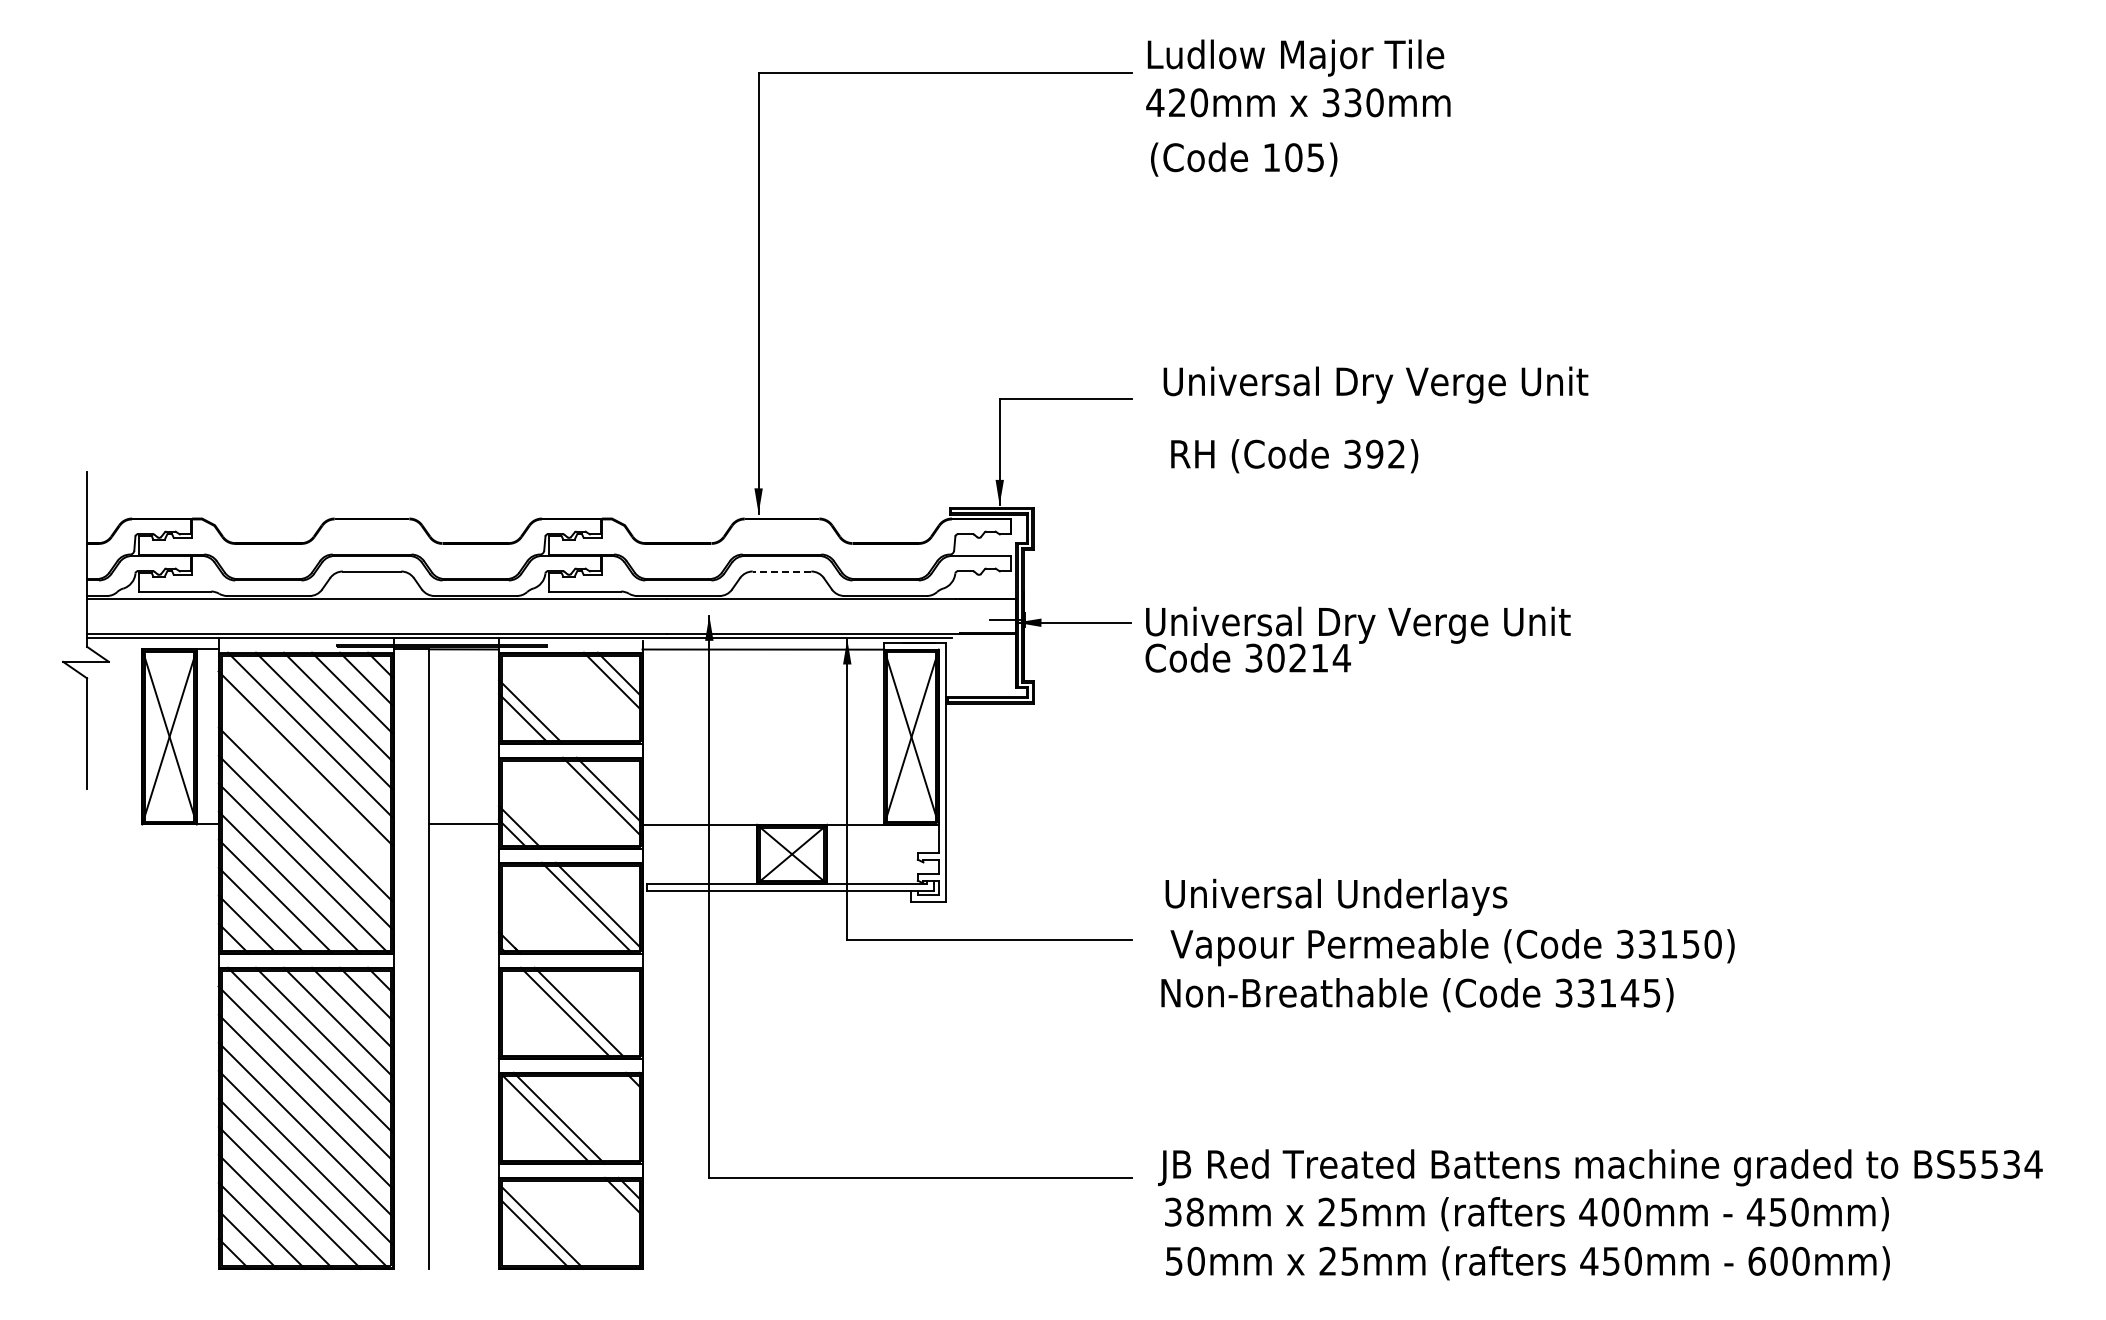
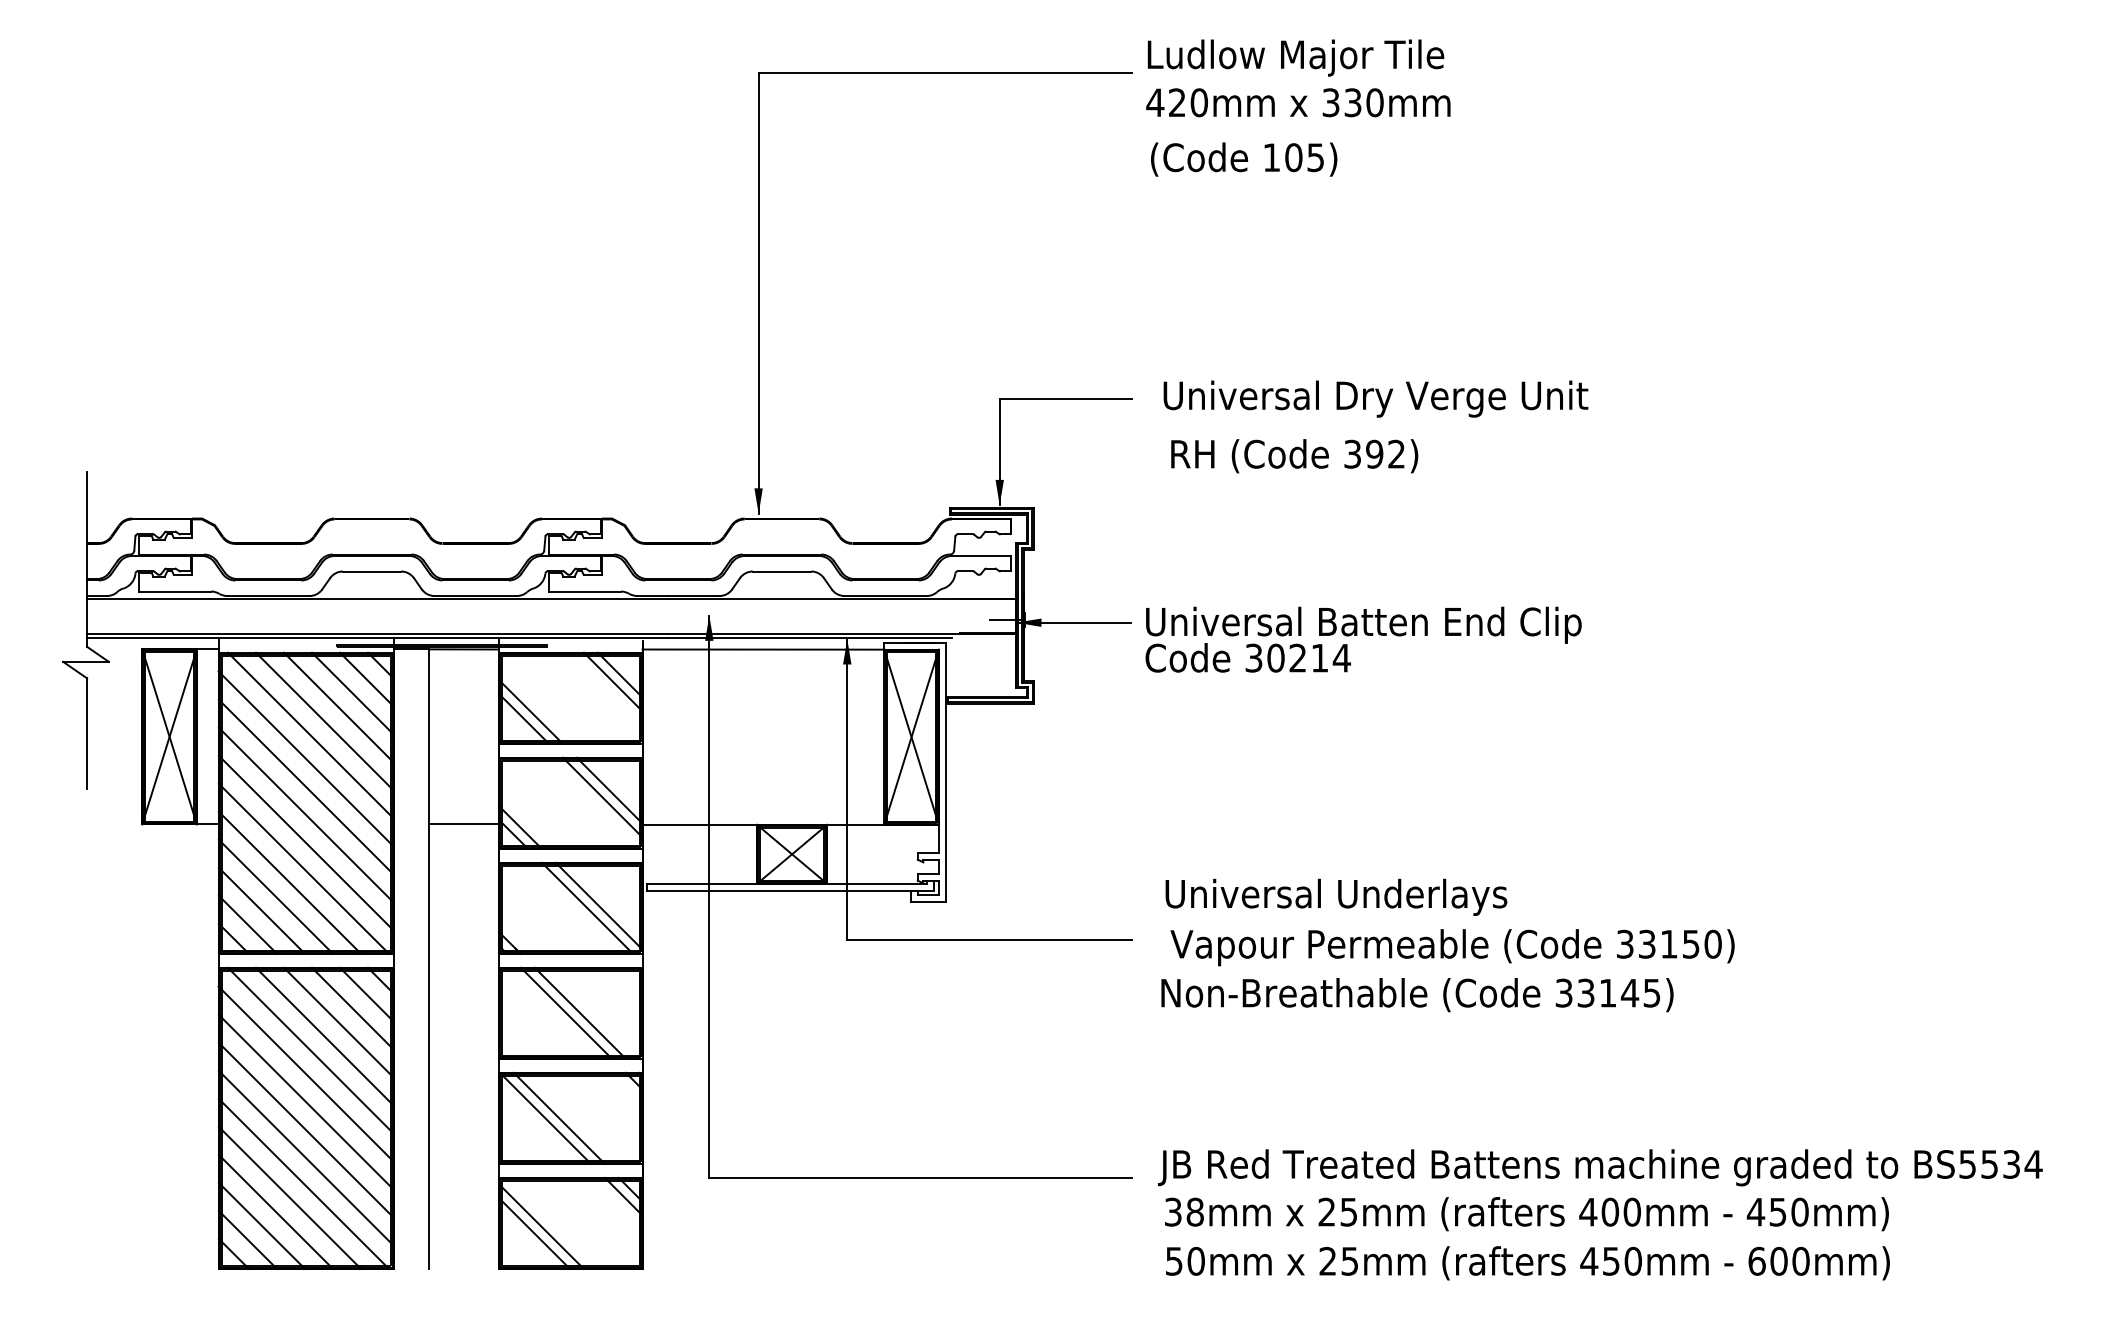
text at (1375, 384) position: (1375, 384) -> (1375, 398)
line at (781, 571): dashed -> solid
text at (1451, 624): Universal Dry Verge Unit -> Universal Batten End Clip
line at (305, 786): none -> present
